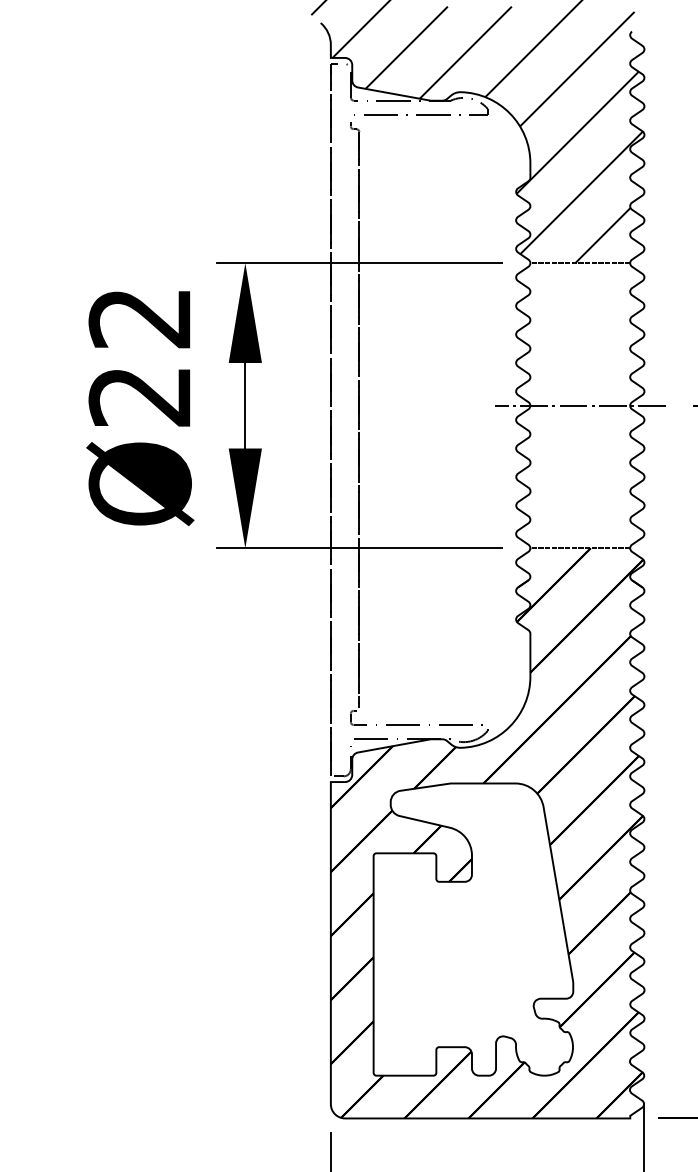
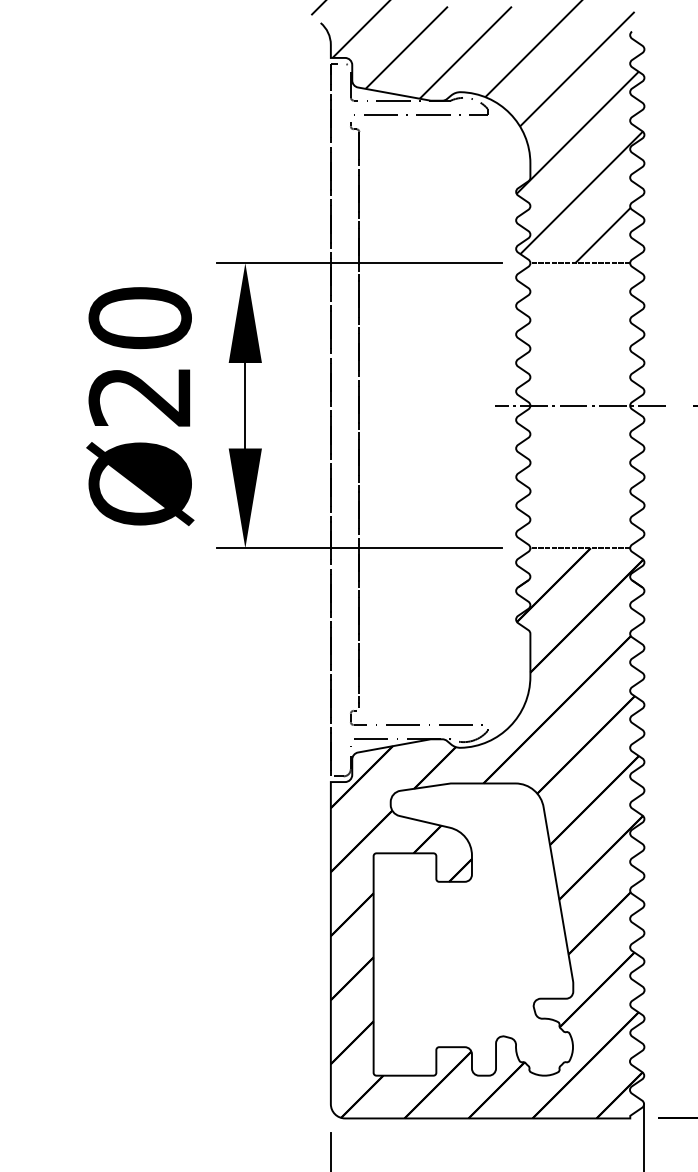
text at (139, 318): Ø22 -> Ø20
